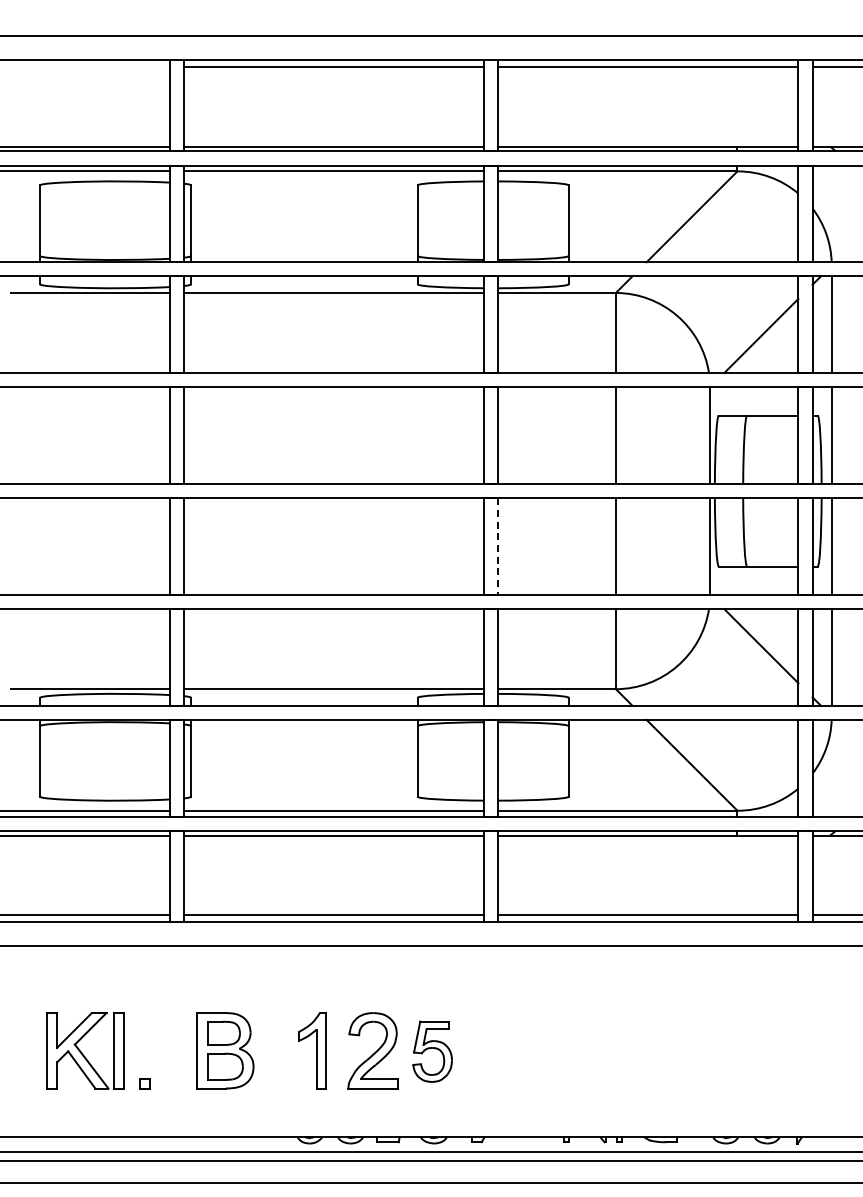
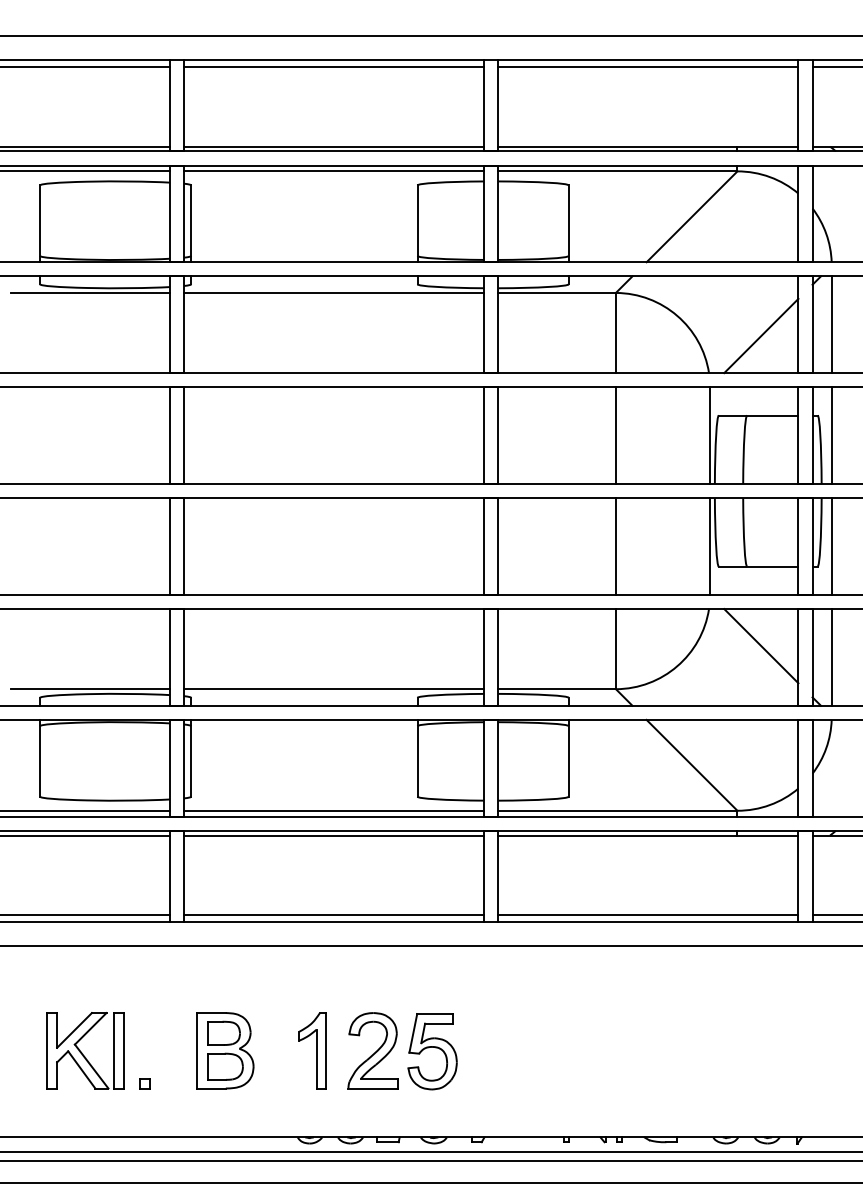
line at (85, 66): none -> present
line at (498, 547): dashed -> solid
part at (432, 1051) size: 41x63 px -> 51x78 px
